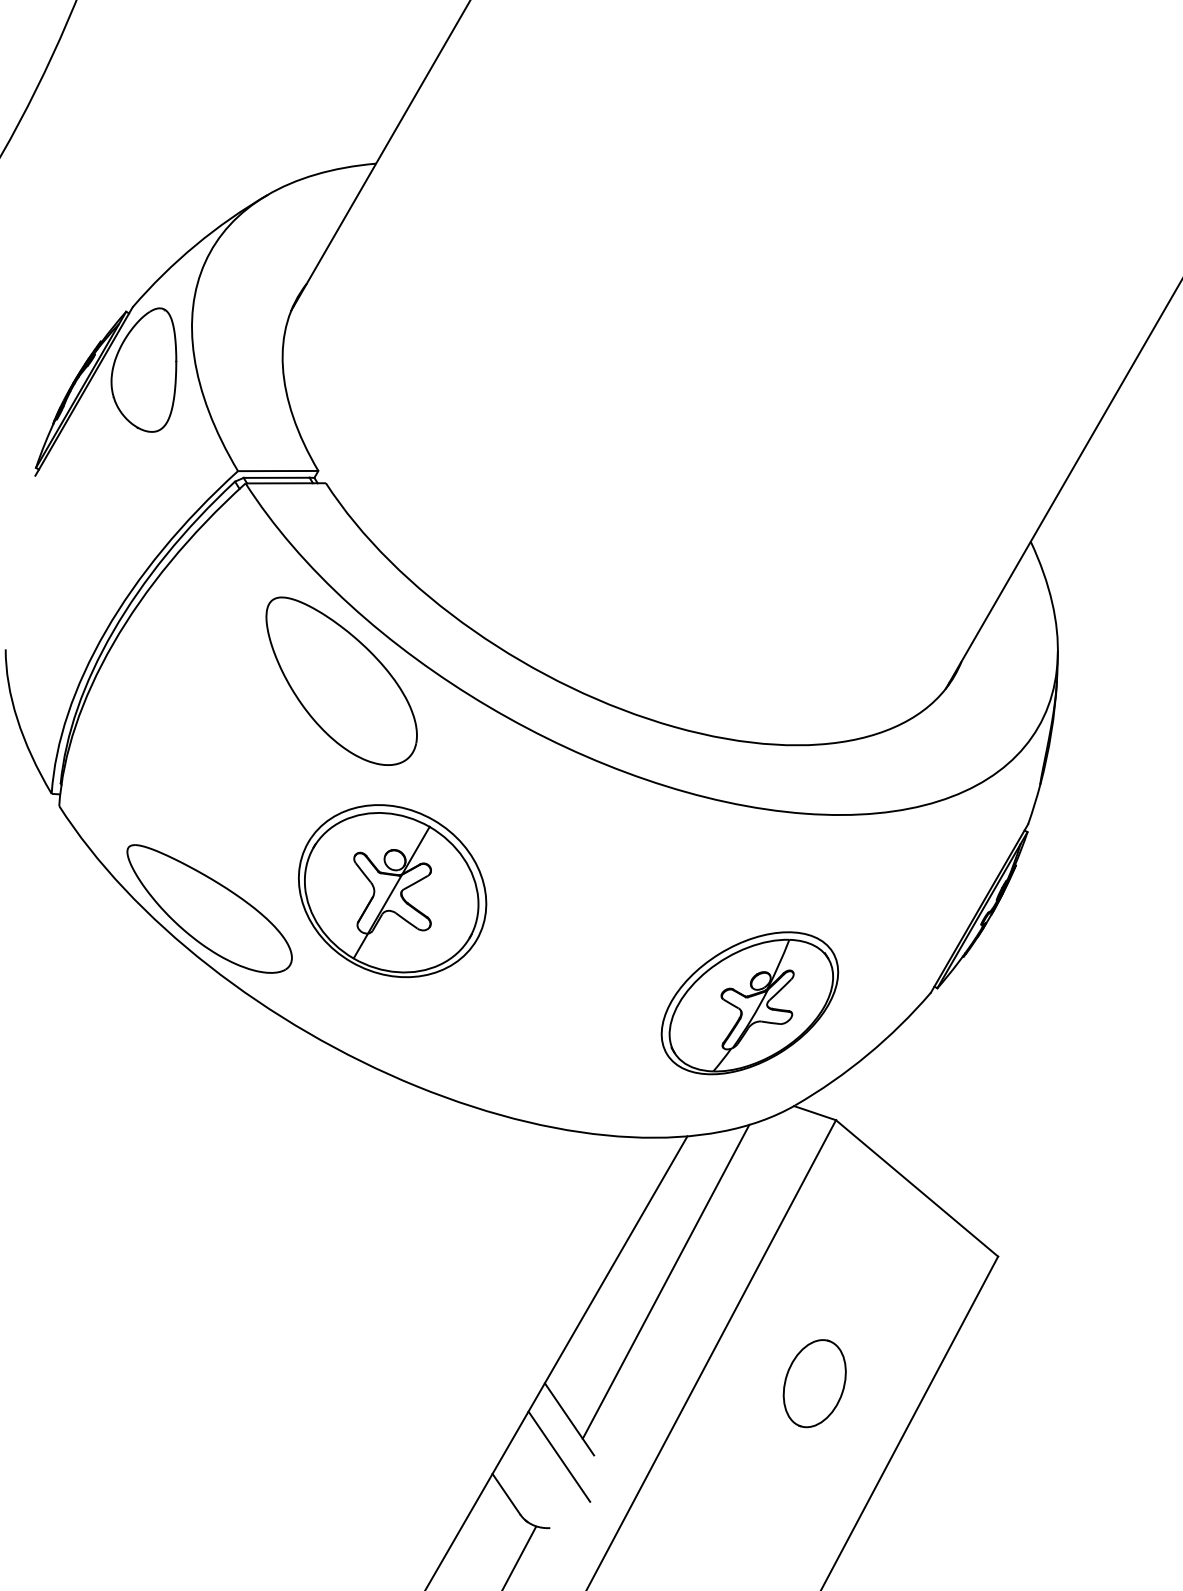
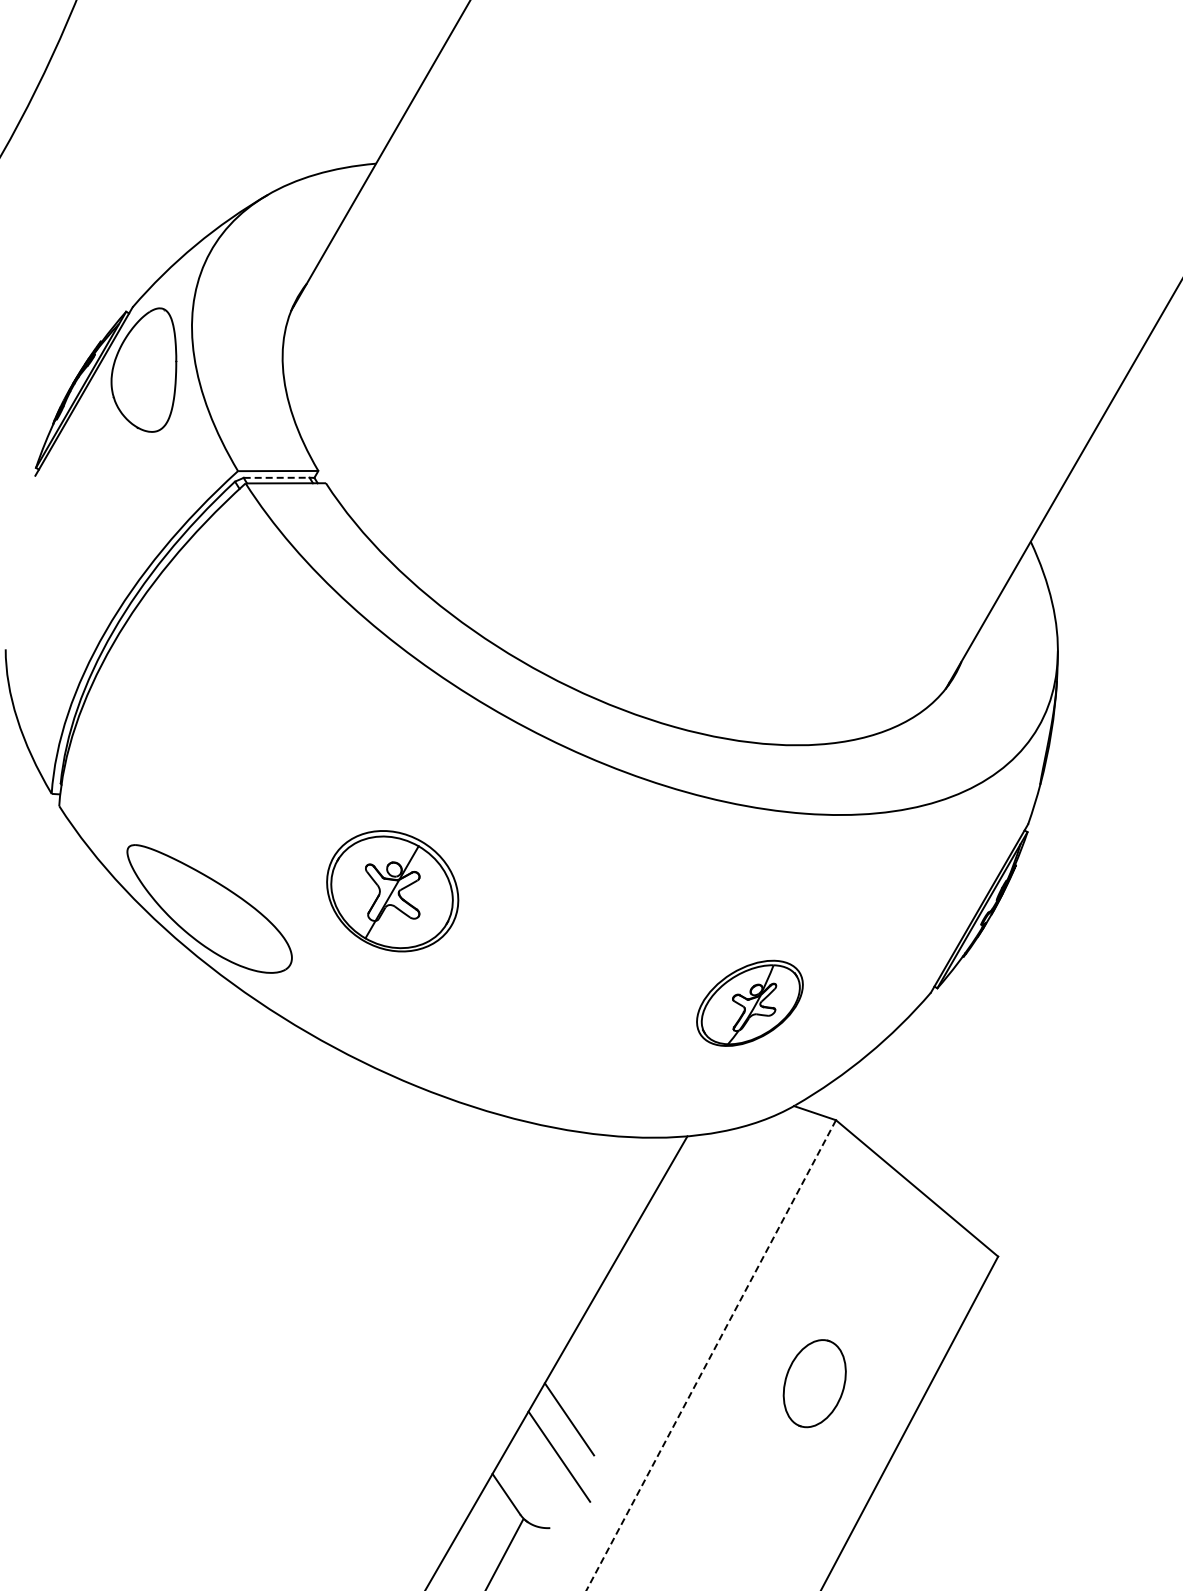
line at (276, 477): solid -> dashed
part at (341, 680): present -> none
part at (392, 891) size: 190x175 px -> 134x123 px
part at (749, 1003) size: 180x145 px -> 108x88 px
line at (665, 1281): present -> none
line at (710, 1355): solid -> dashed
line at (519, 1556) position: (519, 1556) -> (505, 1553)
